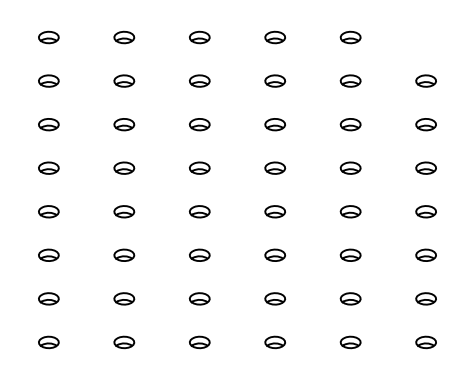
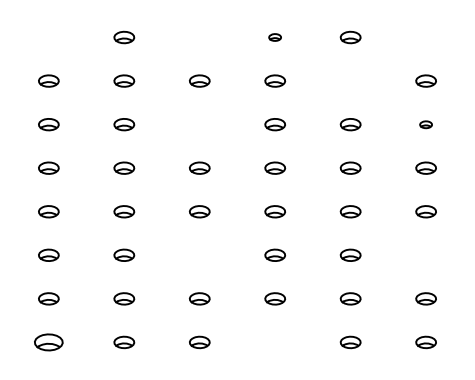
part at (48, 37): present -> none
part at (199, 37): present -> none
part at (274, 37) size: 22x15 px -> 14x9 px
part at (350, 80): present -> none
part at (199, 124): present -> none
part at (425, 124) size: 22x14 px -> 14x10 px
part at (199, 254): present -> none
part at (425, 254): present -> none
part at (48, 342) size: 22x15 px -> 30x19 px
part at (274, 342): present -> none
